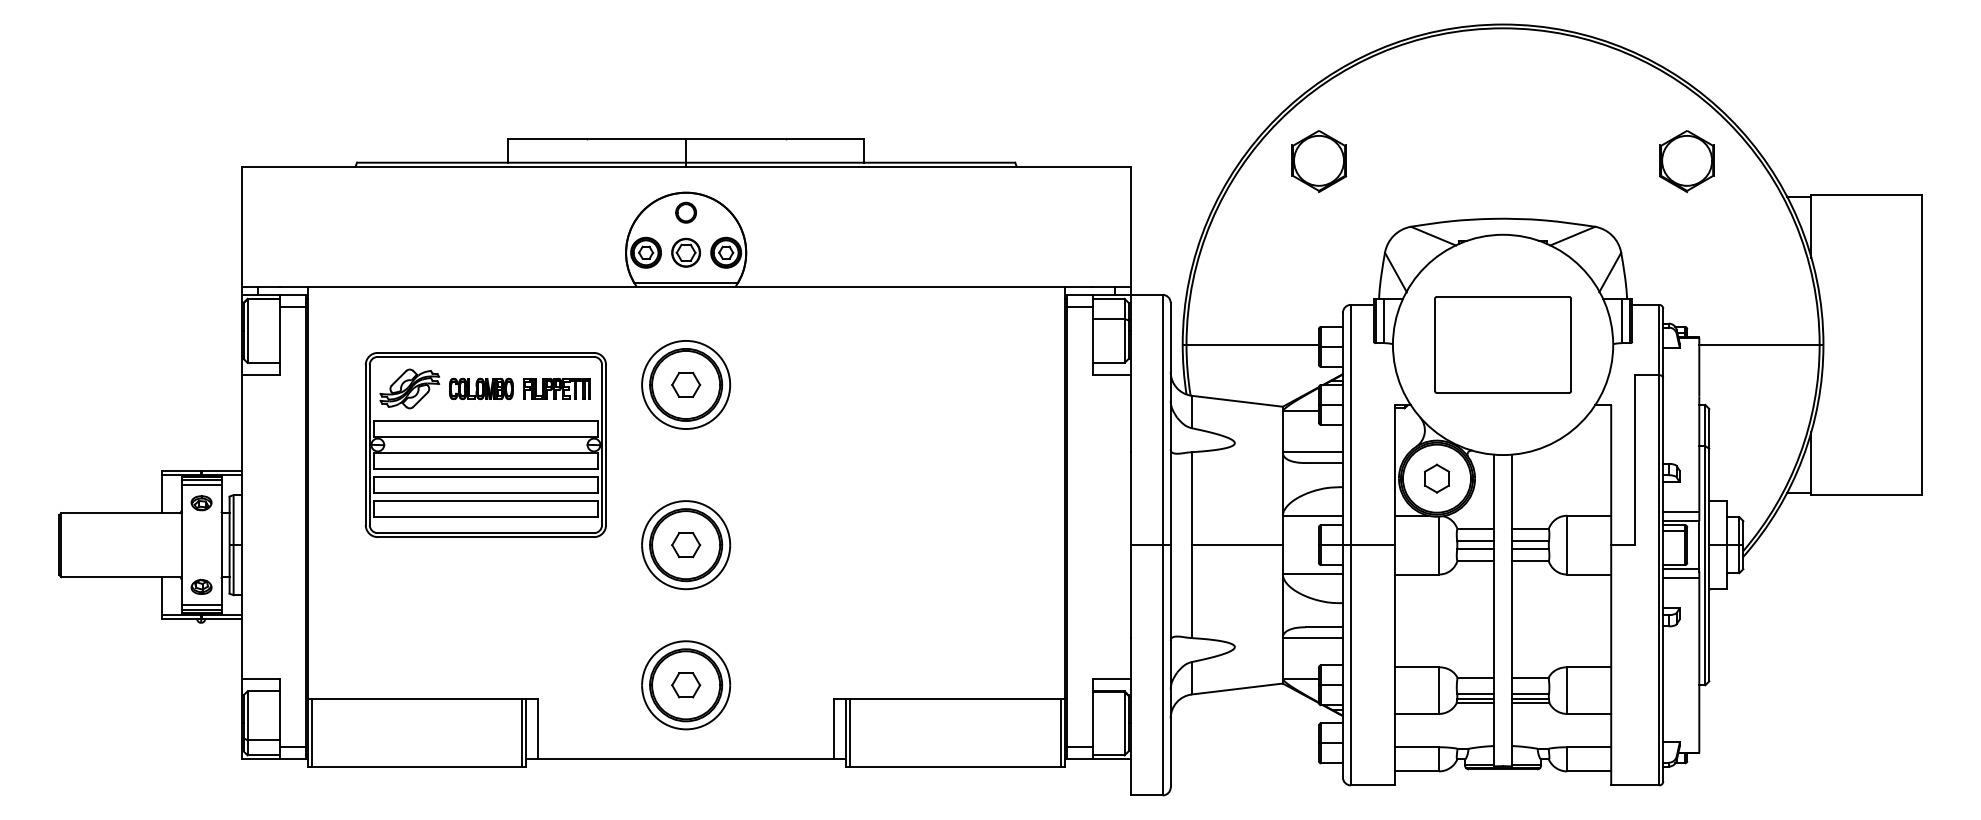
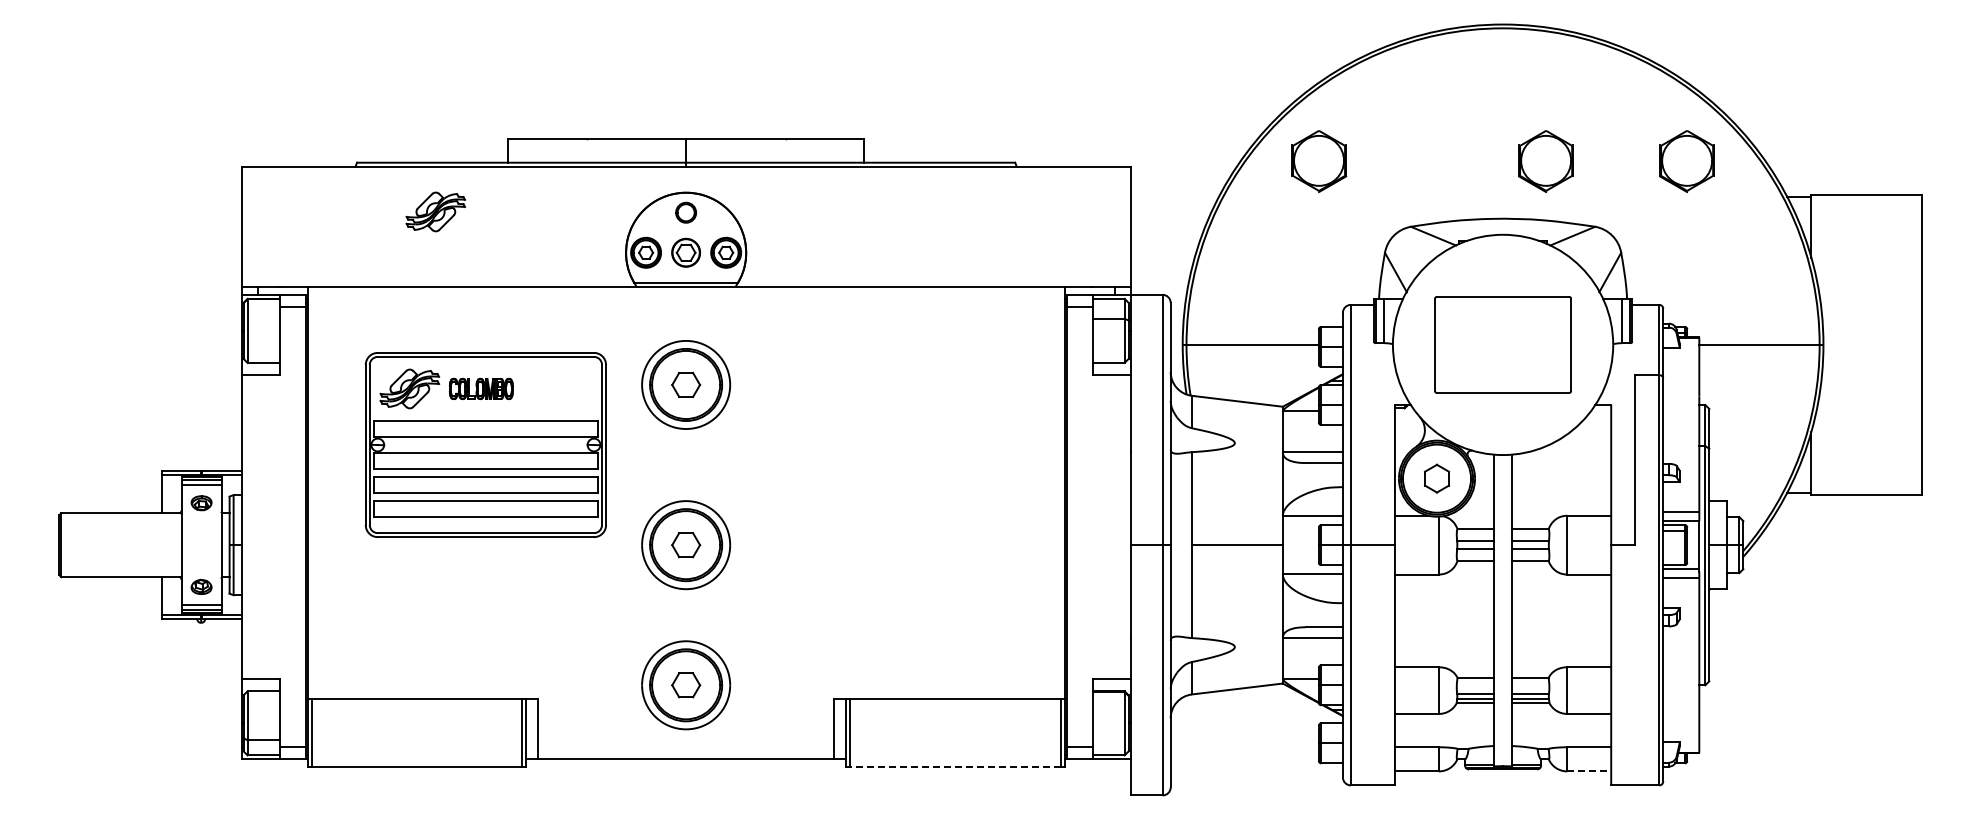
part at (1545, 161): none -> present
part at (435, 211): none -> present
part at (556, 388): present -> none
line at (954, 767): solid -> dashed
line at (1589, 771): solid -> dashed
